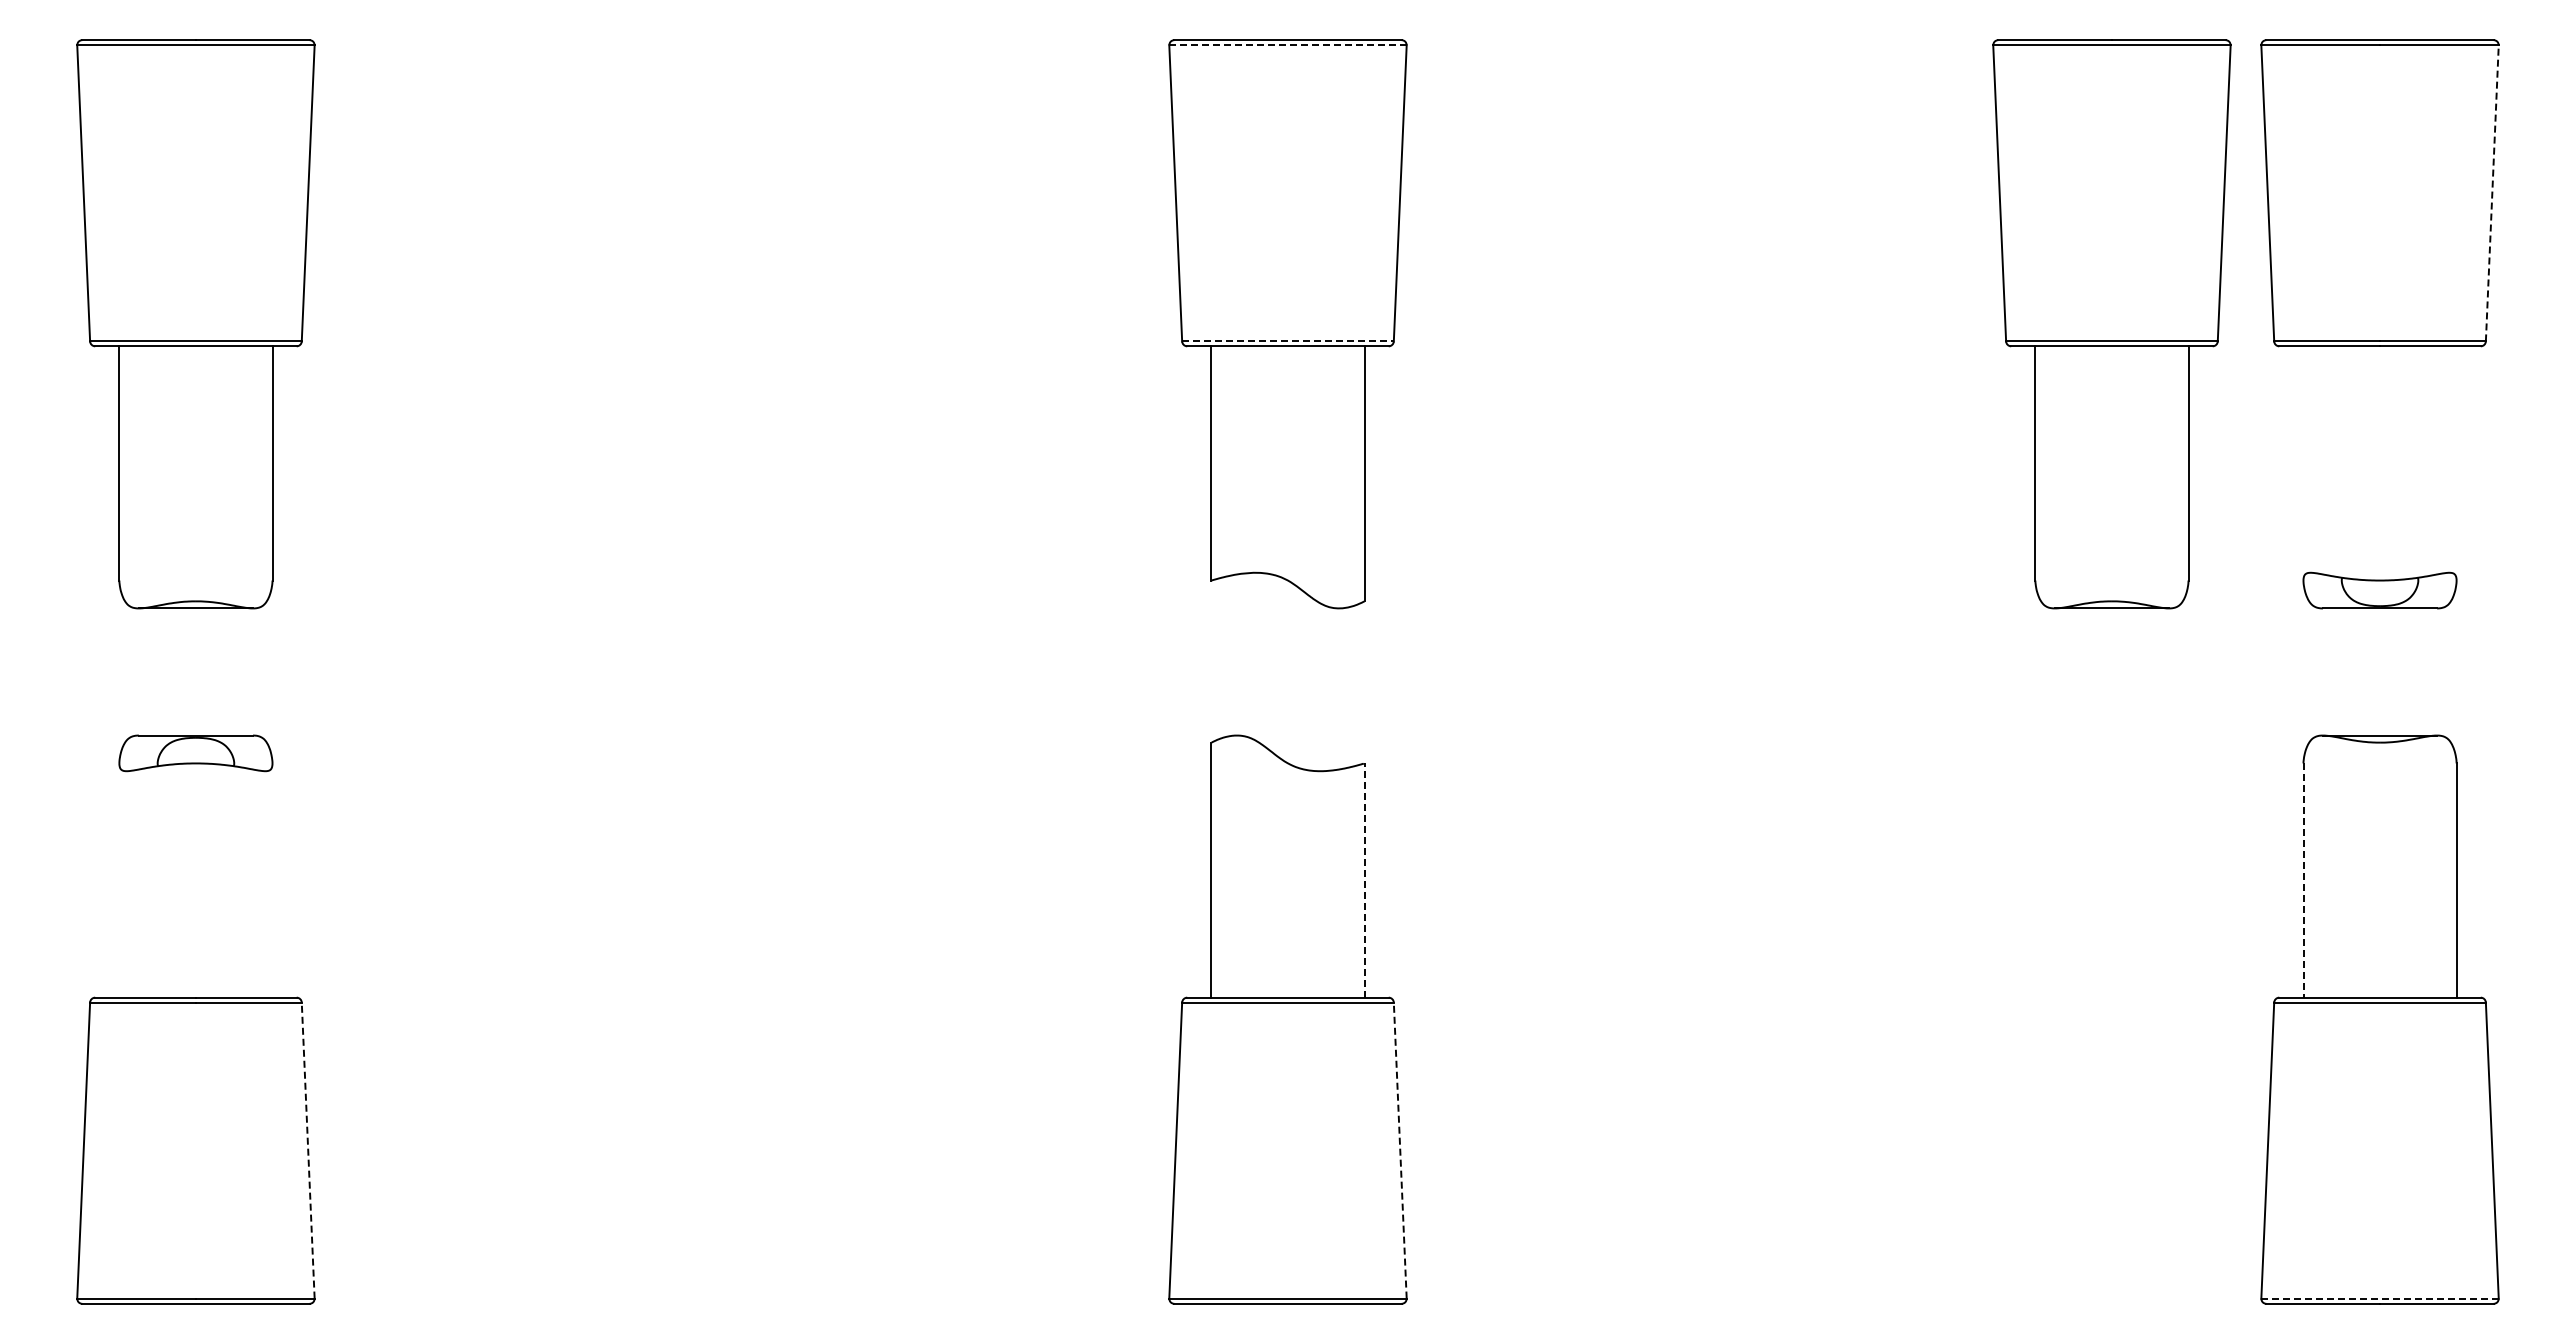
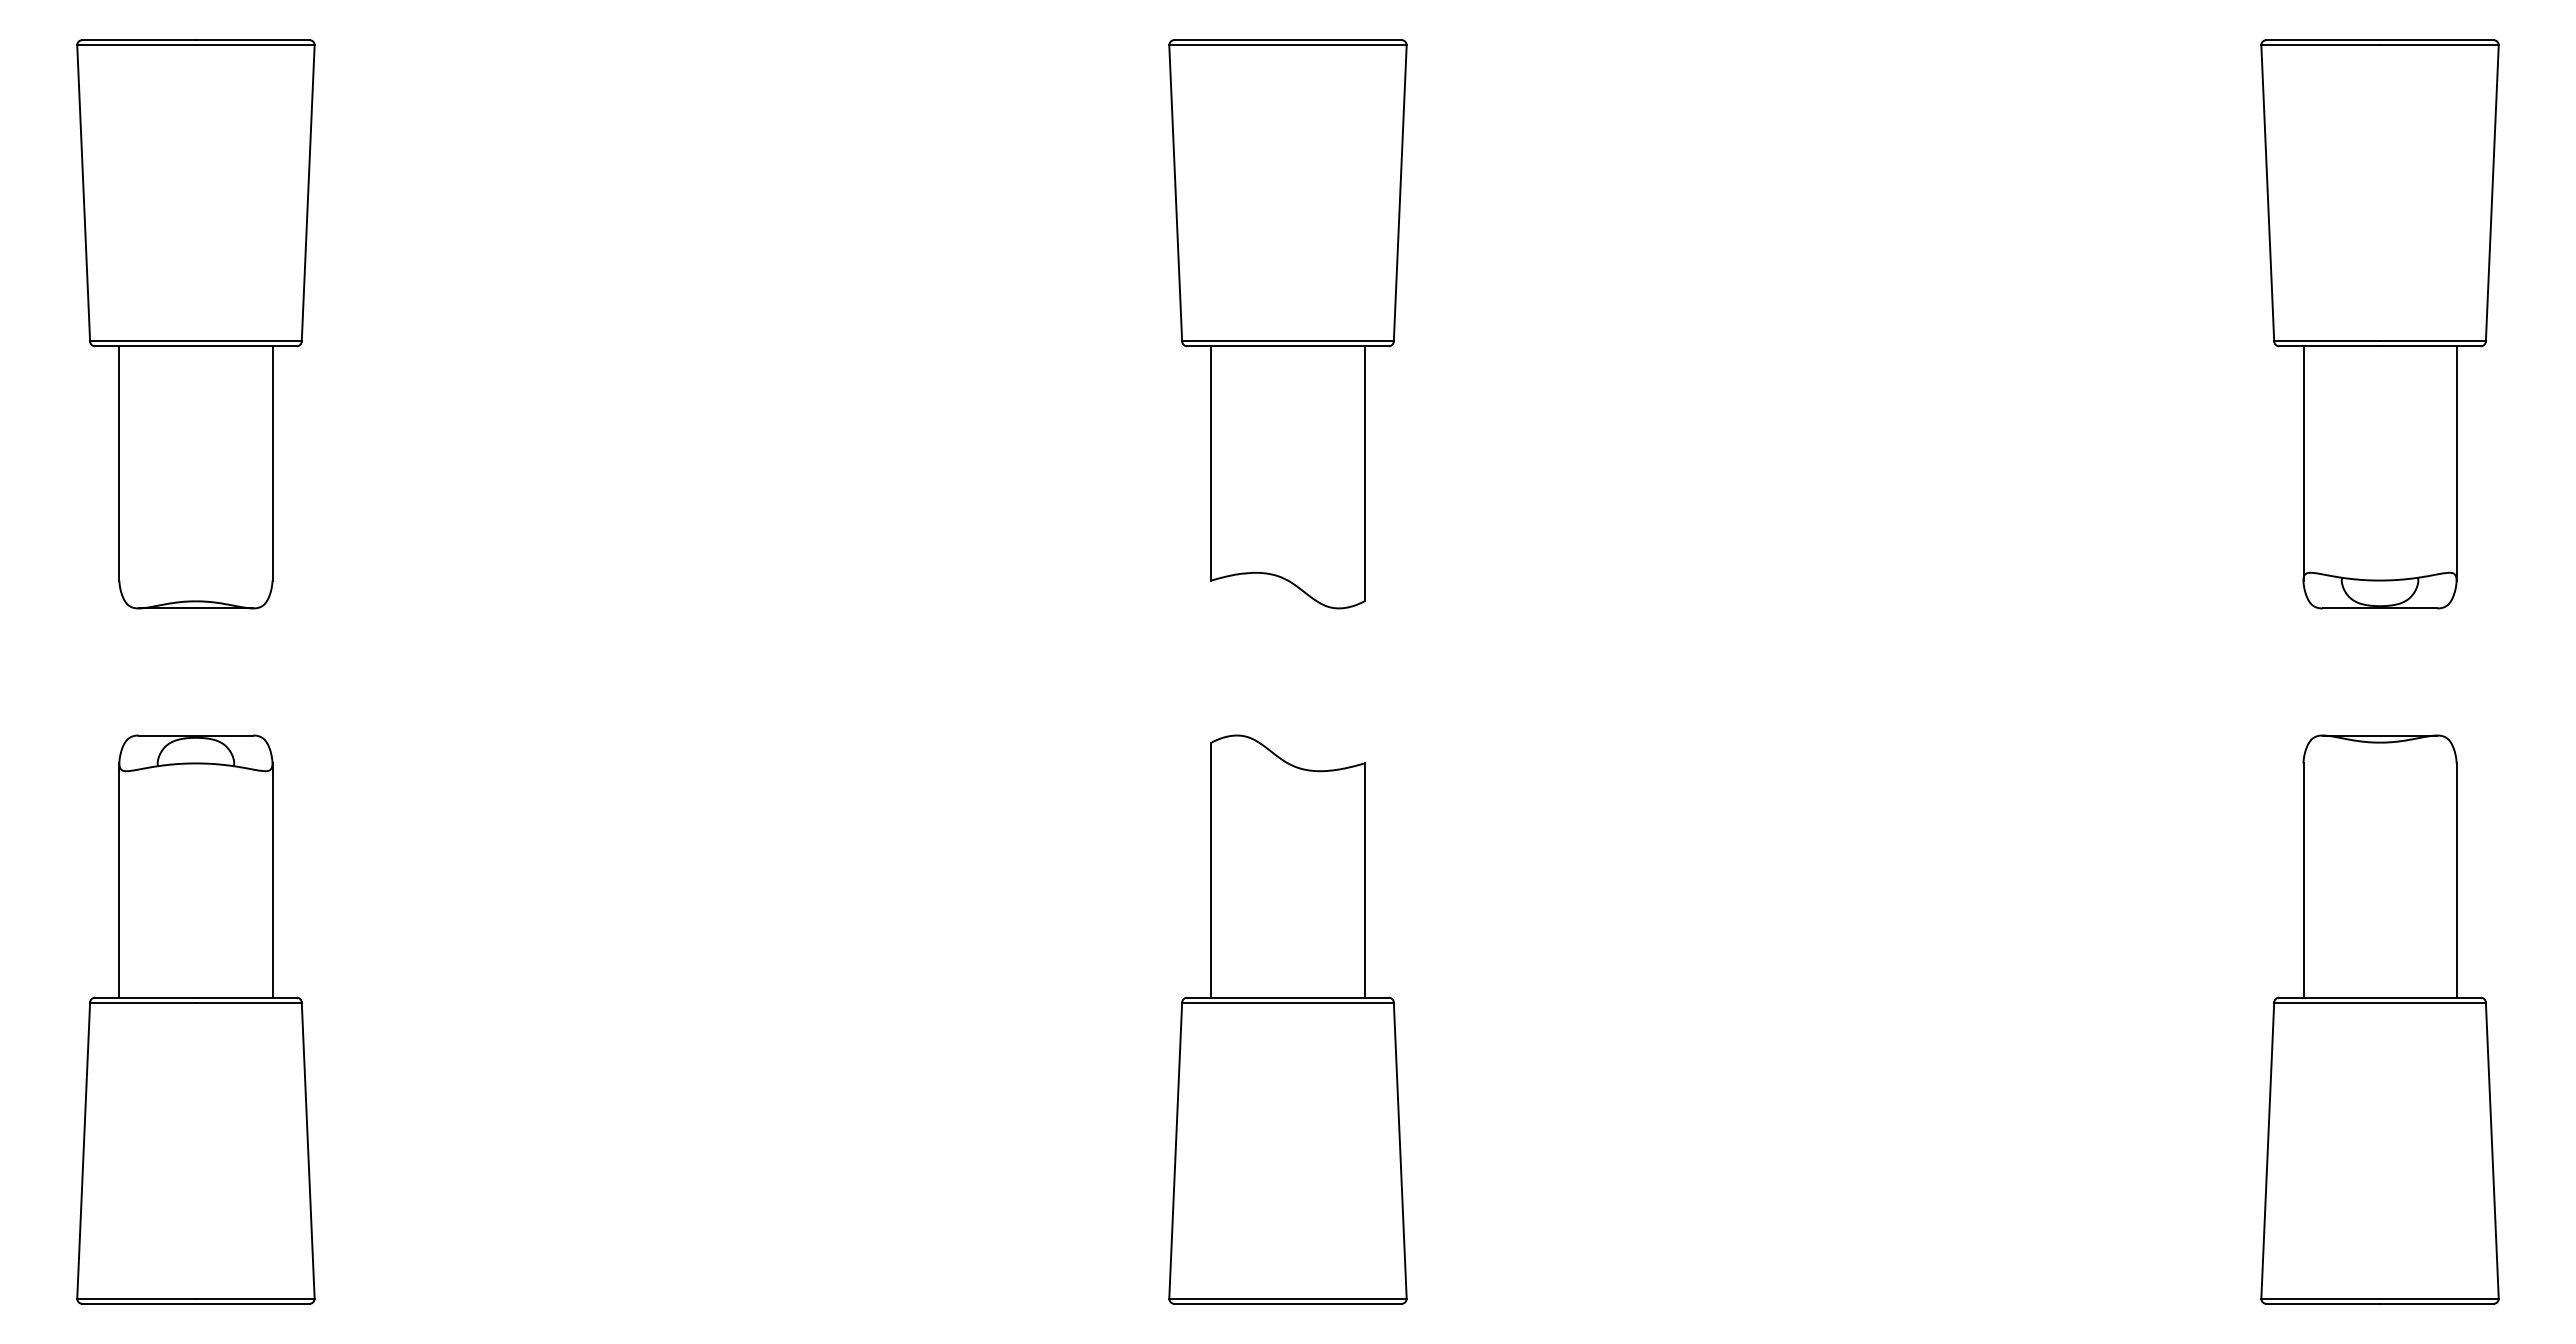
line at (1288, 45): dashed -> solid
line at (2492, 192): dashed -> solid
part at (2111, 324): present -> none
line at (1288, 341): dashed -> solid
line at (2303, 463): none -> present
line at (2456, 463): none -> present
line at (119, 880): none -> present
line at (272, 880): none -> present
line at (1364, 880): dashed -> solid
line at (2303, 881): dashed -> solid
line at (308, 1150): dashed -> solid
line at (1400, 1150): dashed -> solid
line at (2380, 1298): dashed -> solid
